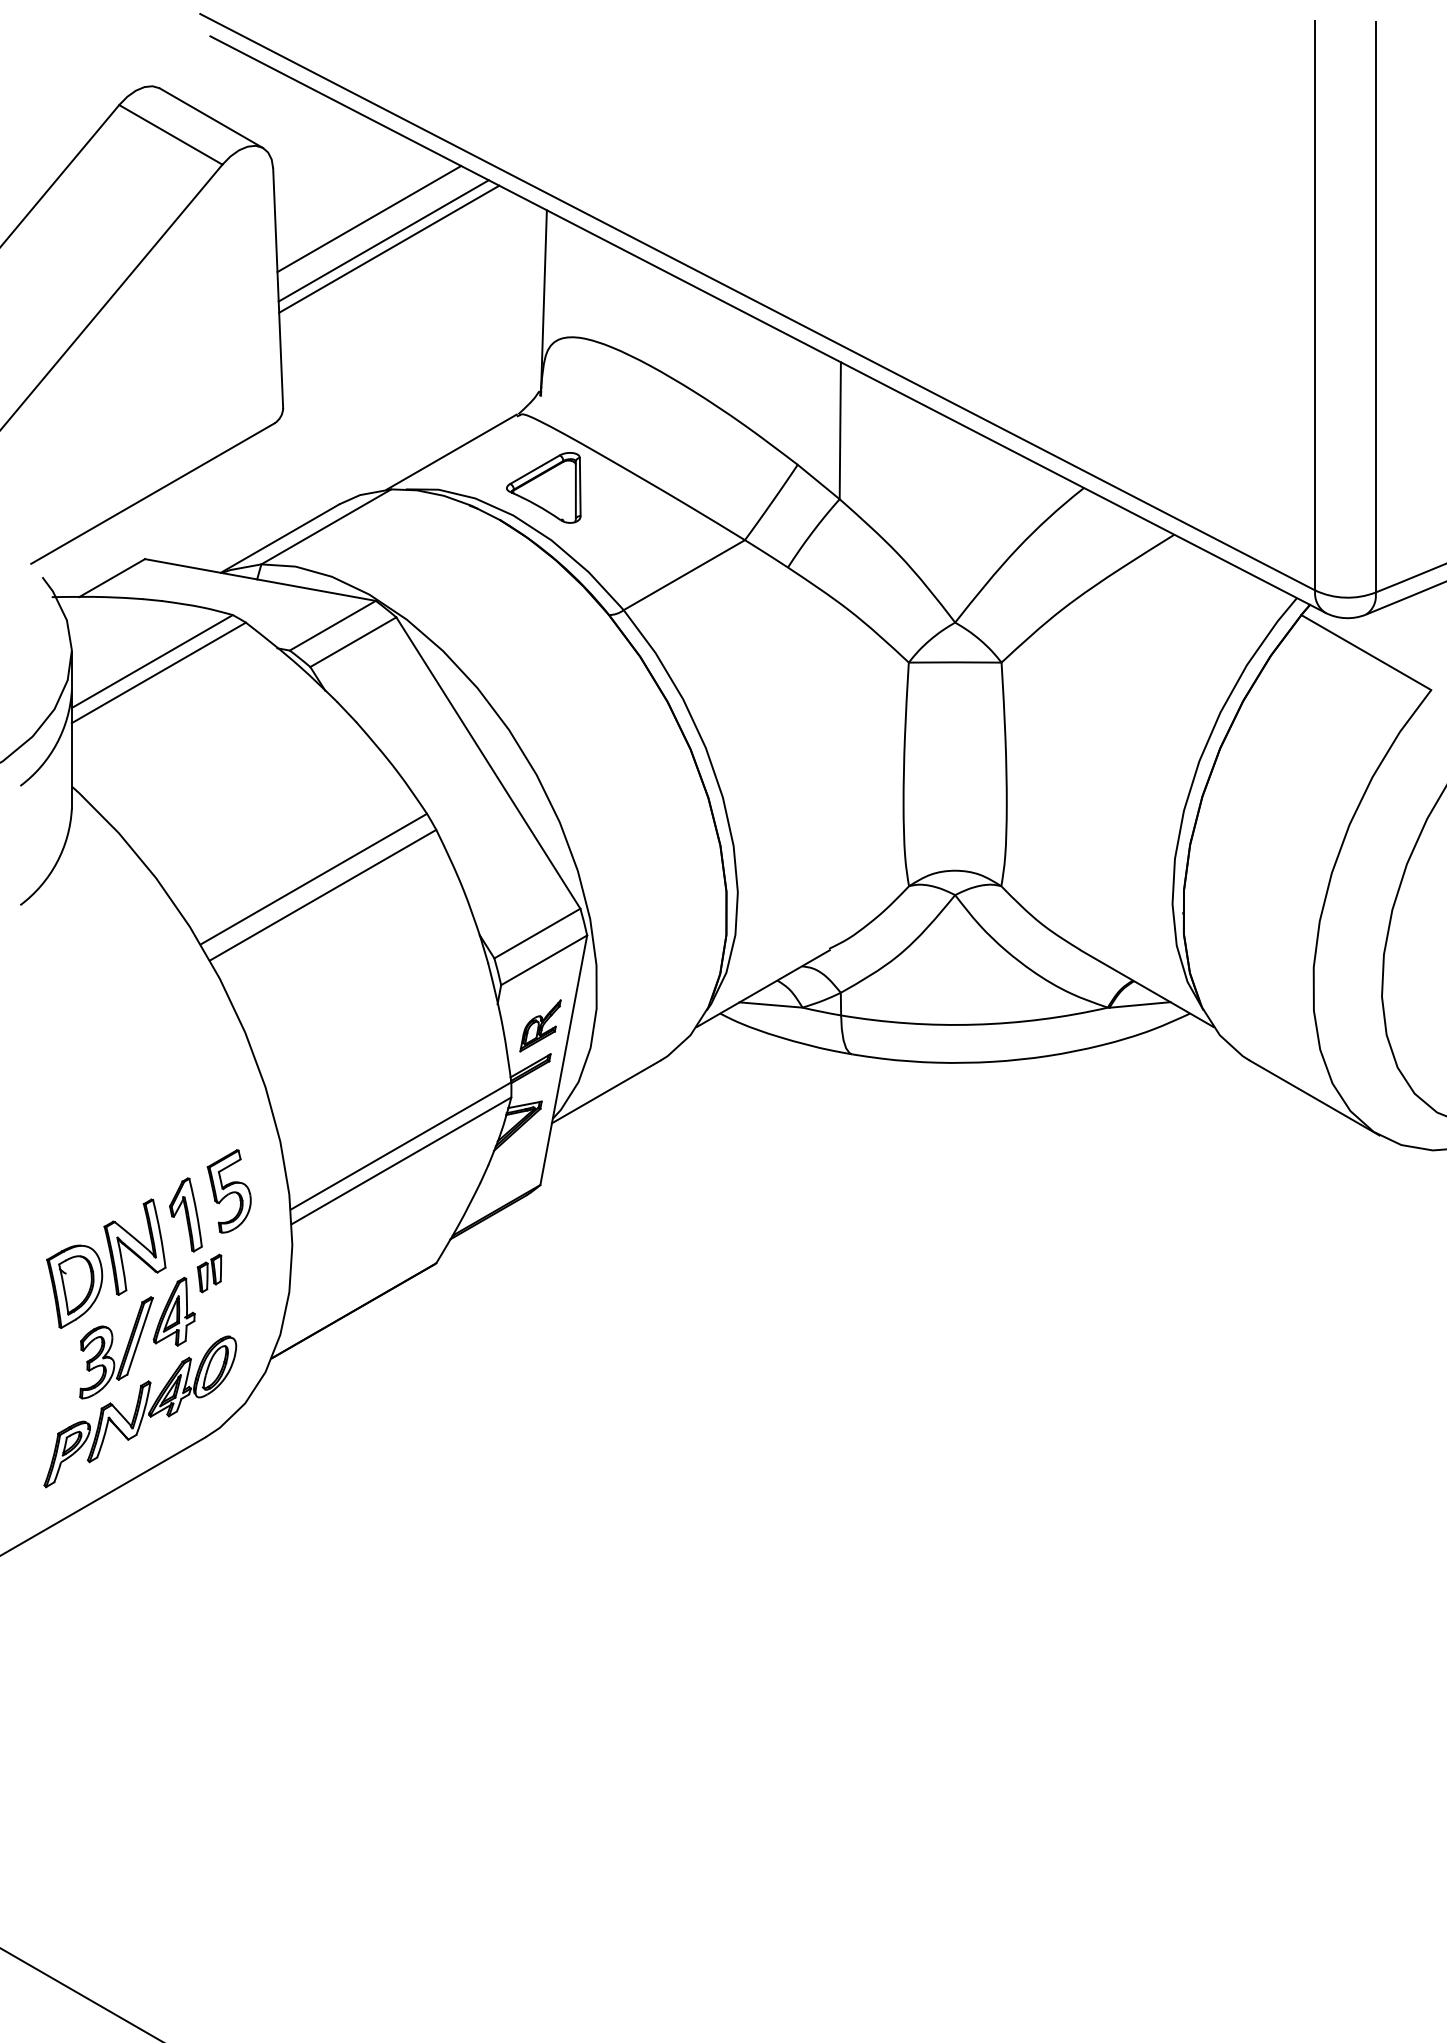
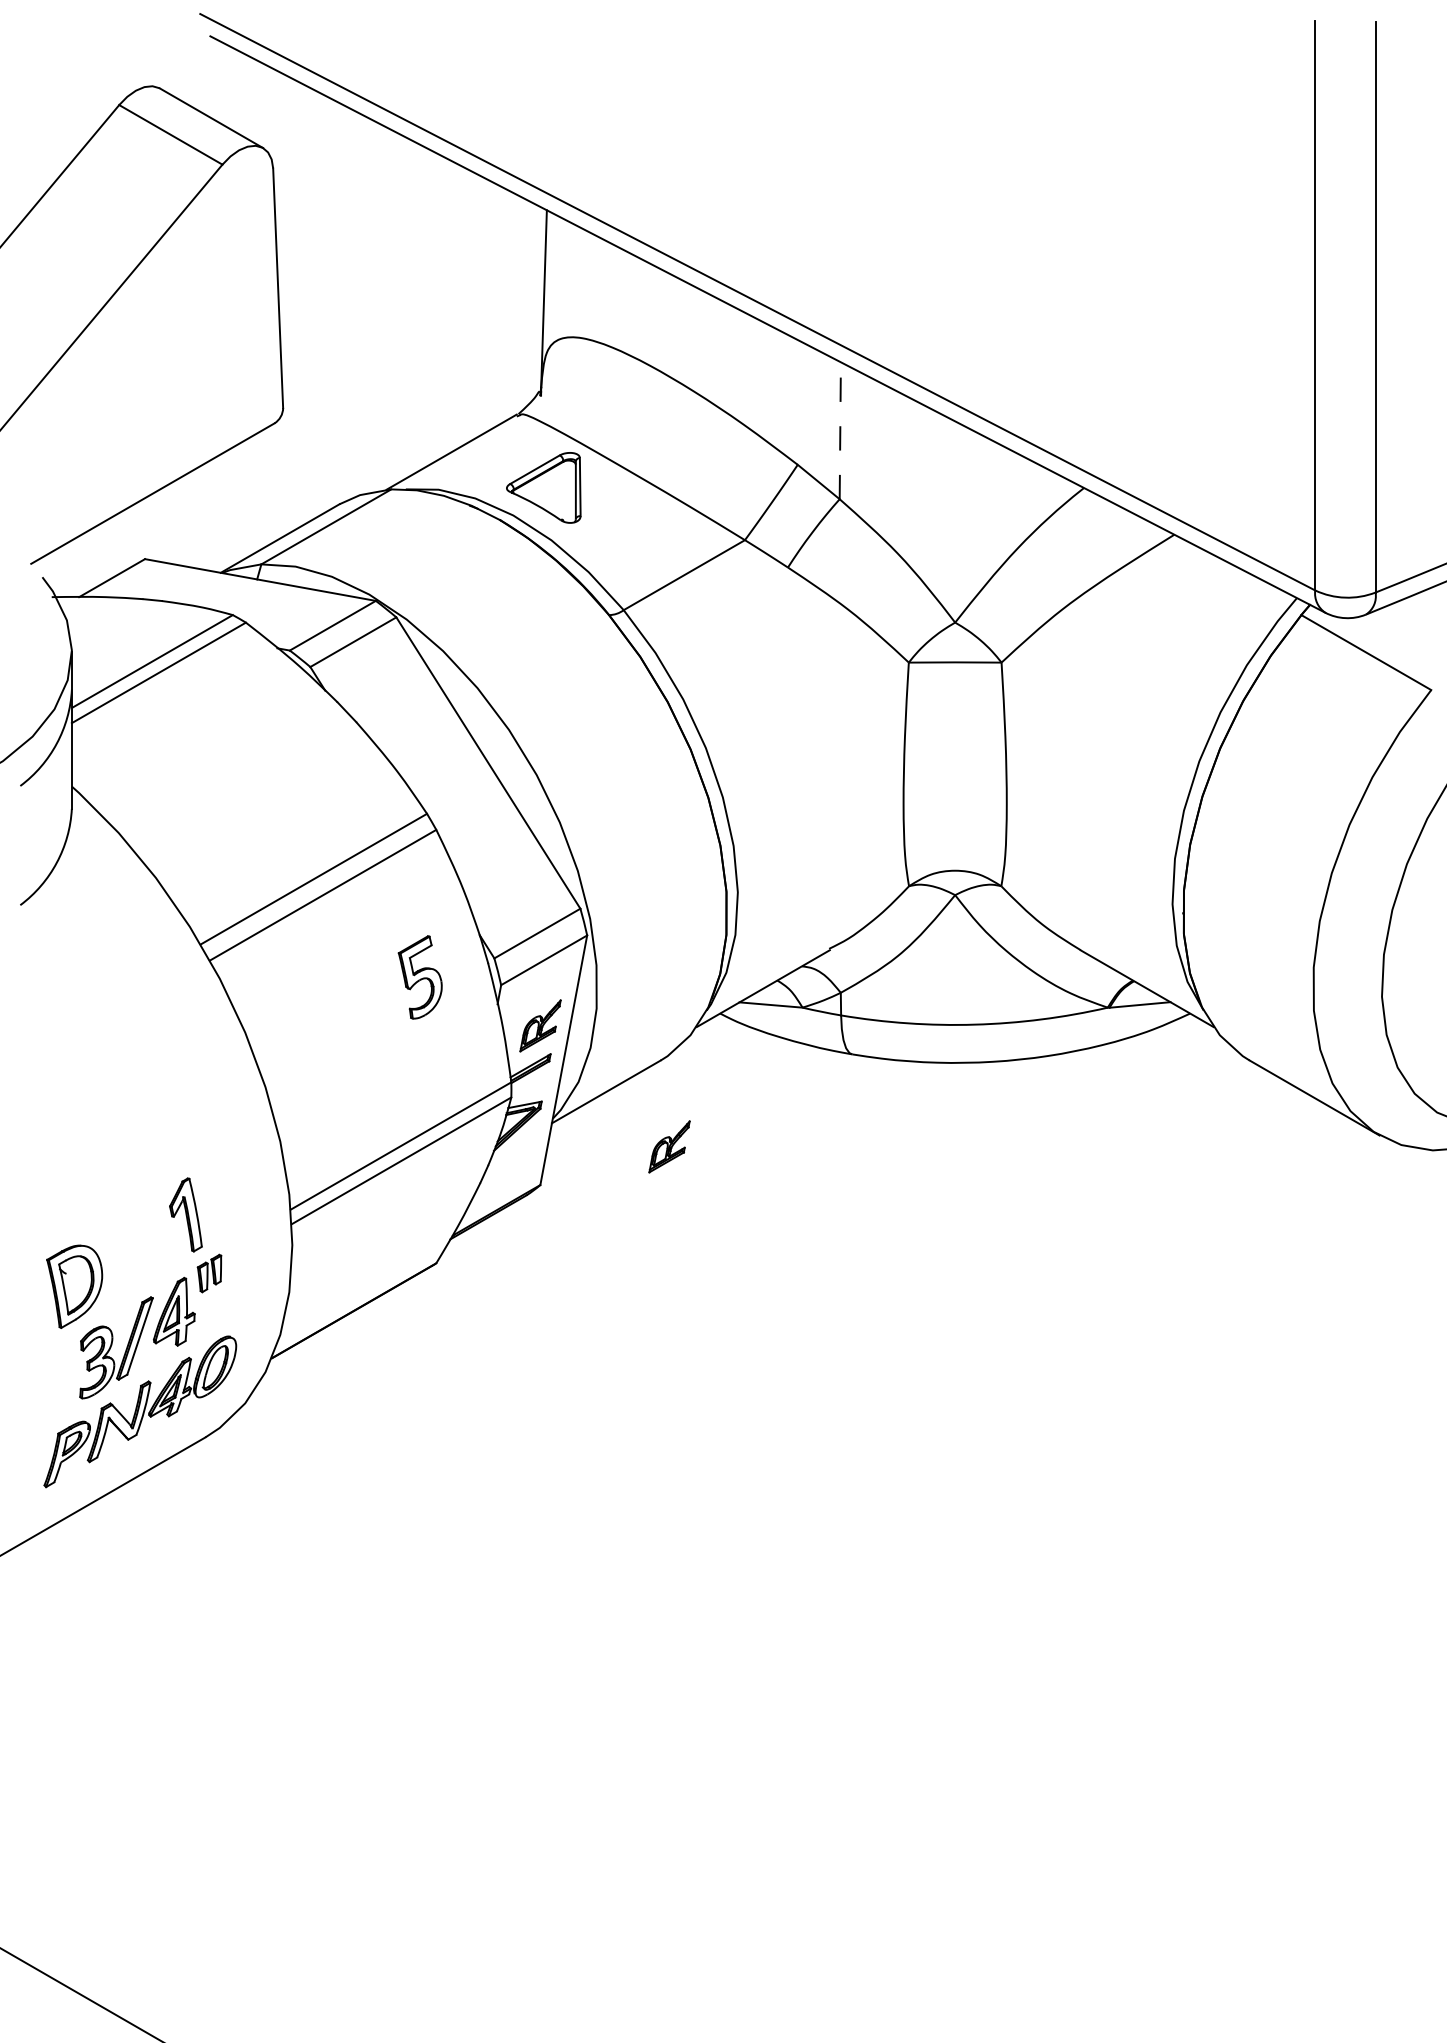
line at (369, 219): present -> none
line at (383, 240): present -> none
line at (389, 248): present -> none
line at (840, 430): solid -> dashed
part at (669, 1146): none -> present
part at (228, 1191) position: (228, 1191) -> (419, 977)
part at (134, 1246): present -> none
